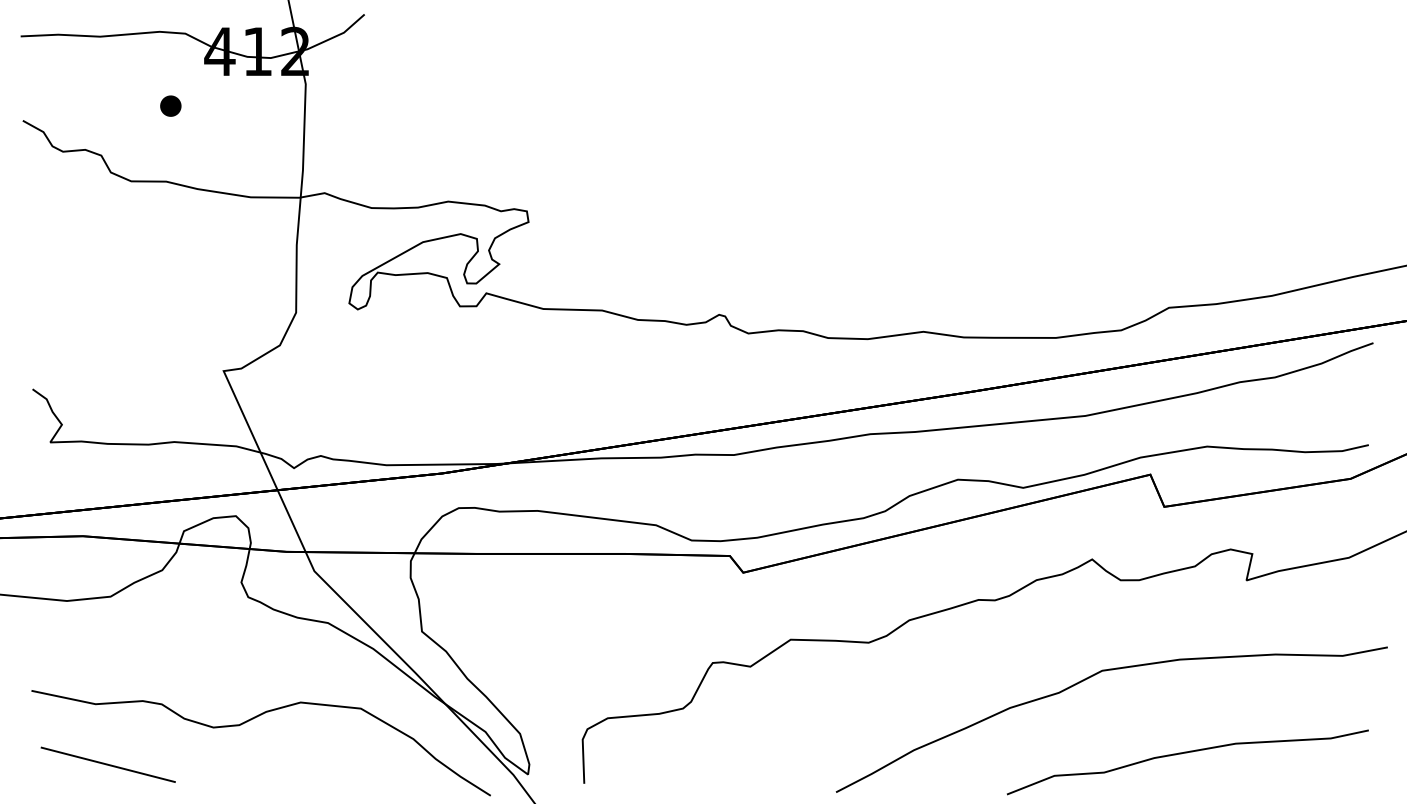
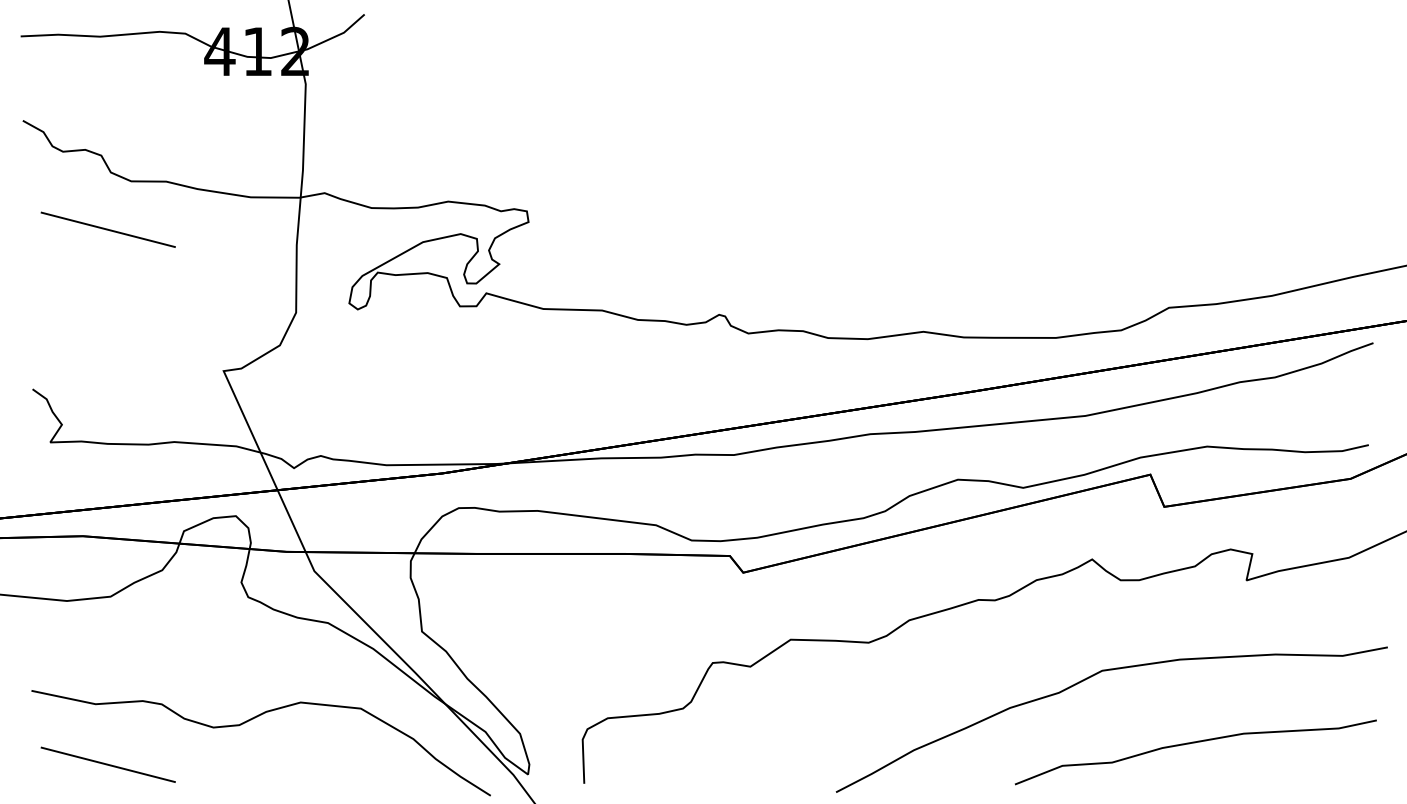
part at (170, 105): present -> none
line at (107, 229): none -> present
curve at (1187, 753) position: (1187, 753) -> (1195, 743)
